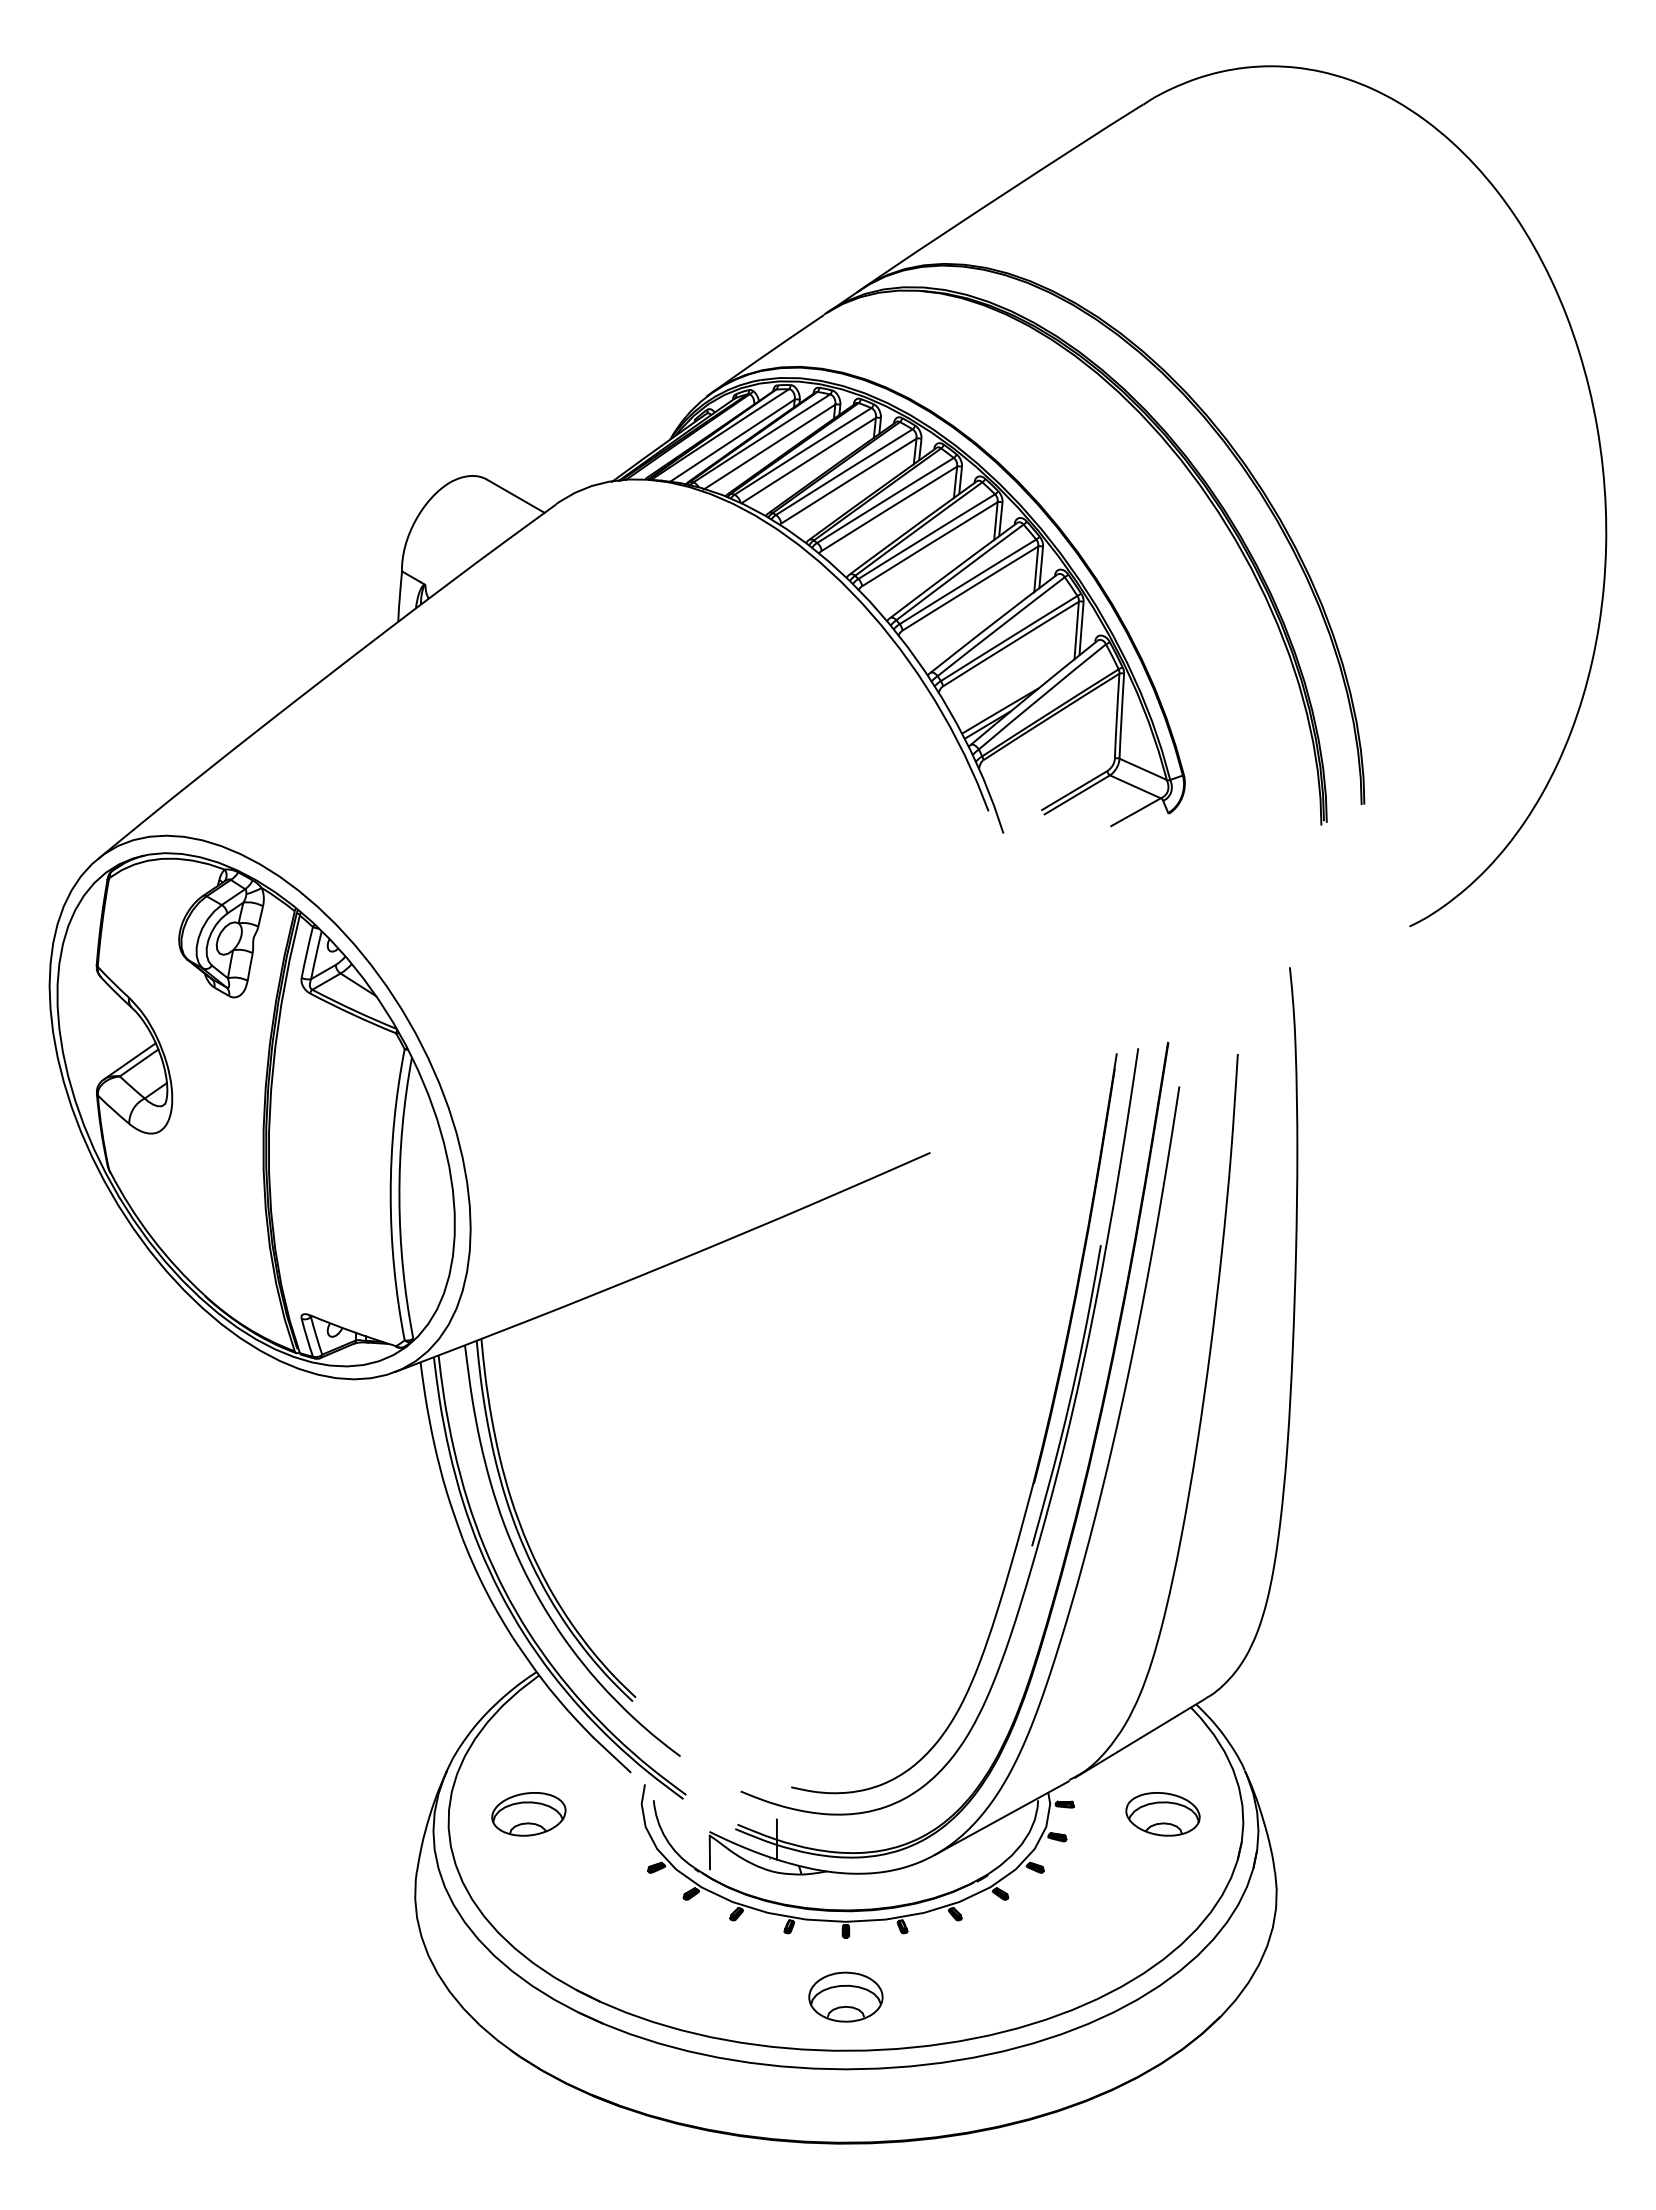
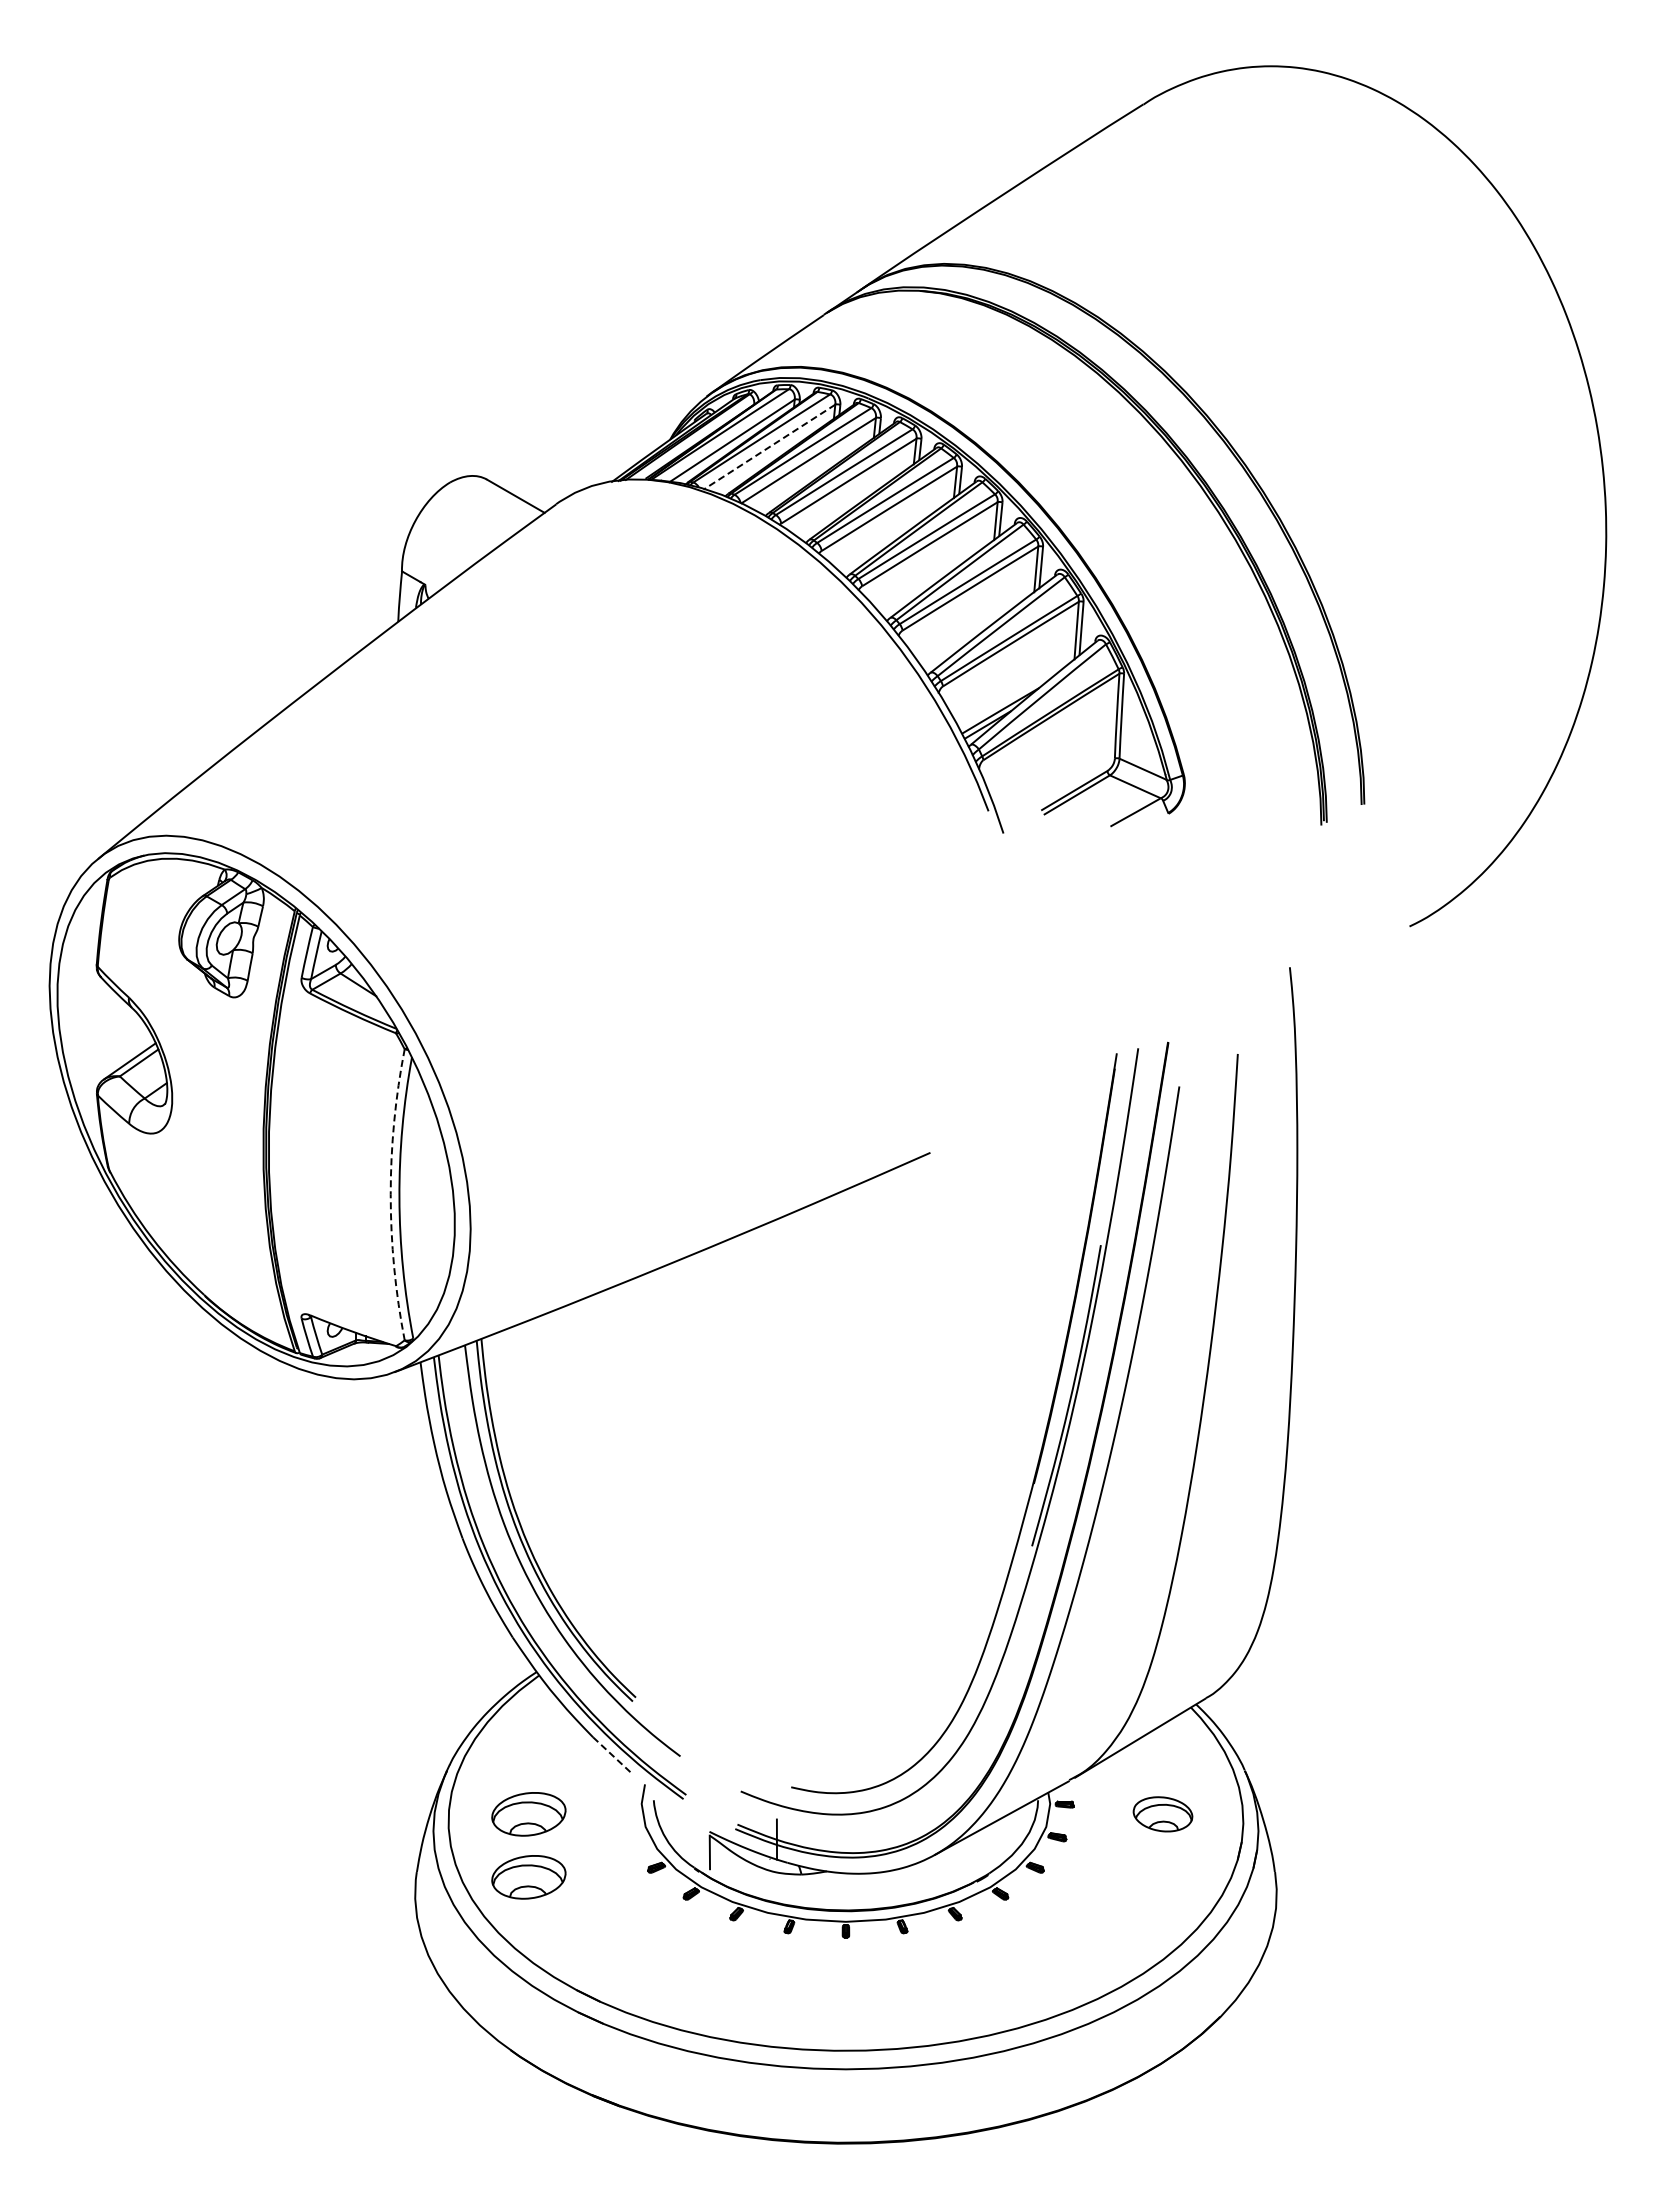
line at (769, 447): solid -> dashed
arc at (390, 1194): solid -> dashed
line at (611, 1754): solid -> dashed
part at (1162, 1814) size: 76x45 px -> 62x37 px
part at (528, 1877): none -> present
part at (845, 1996): present -> none
